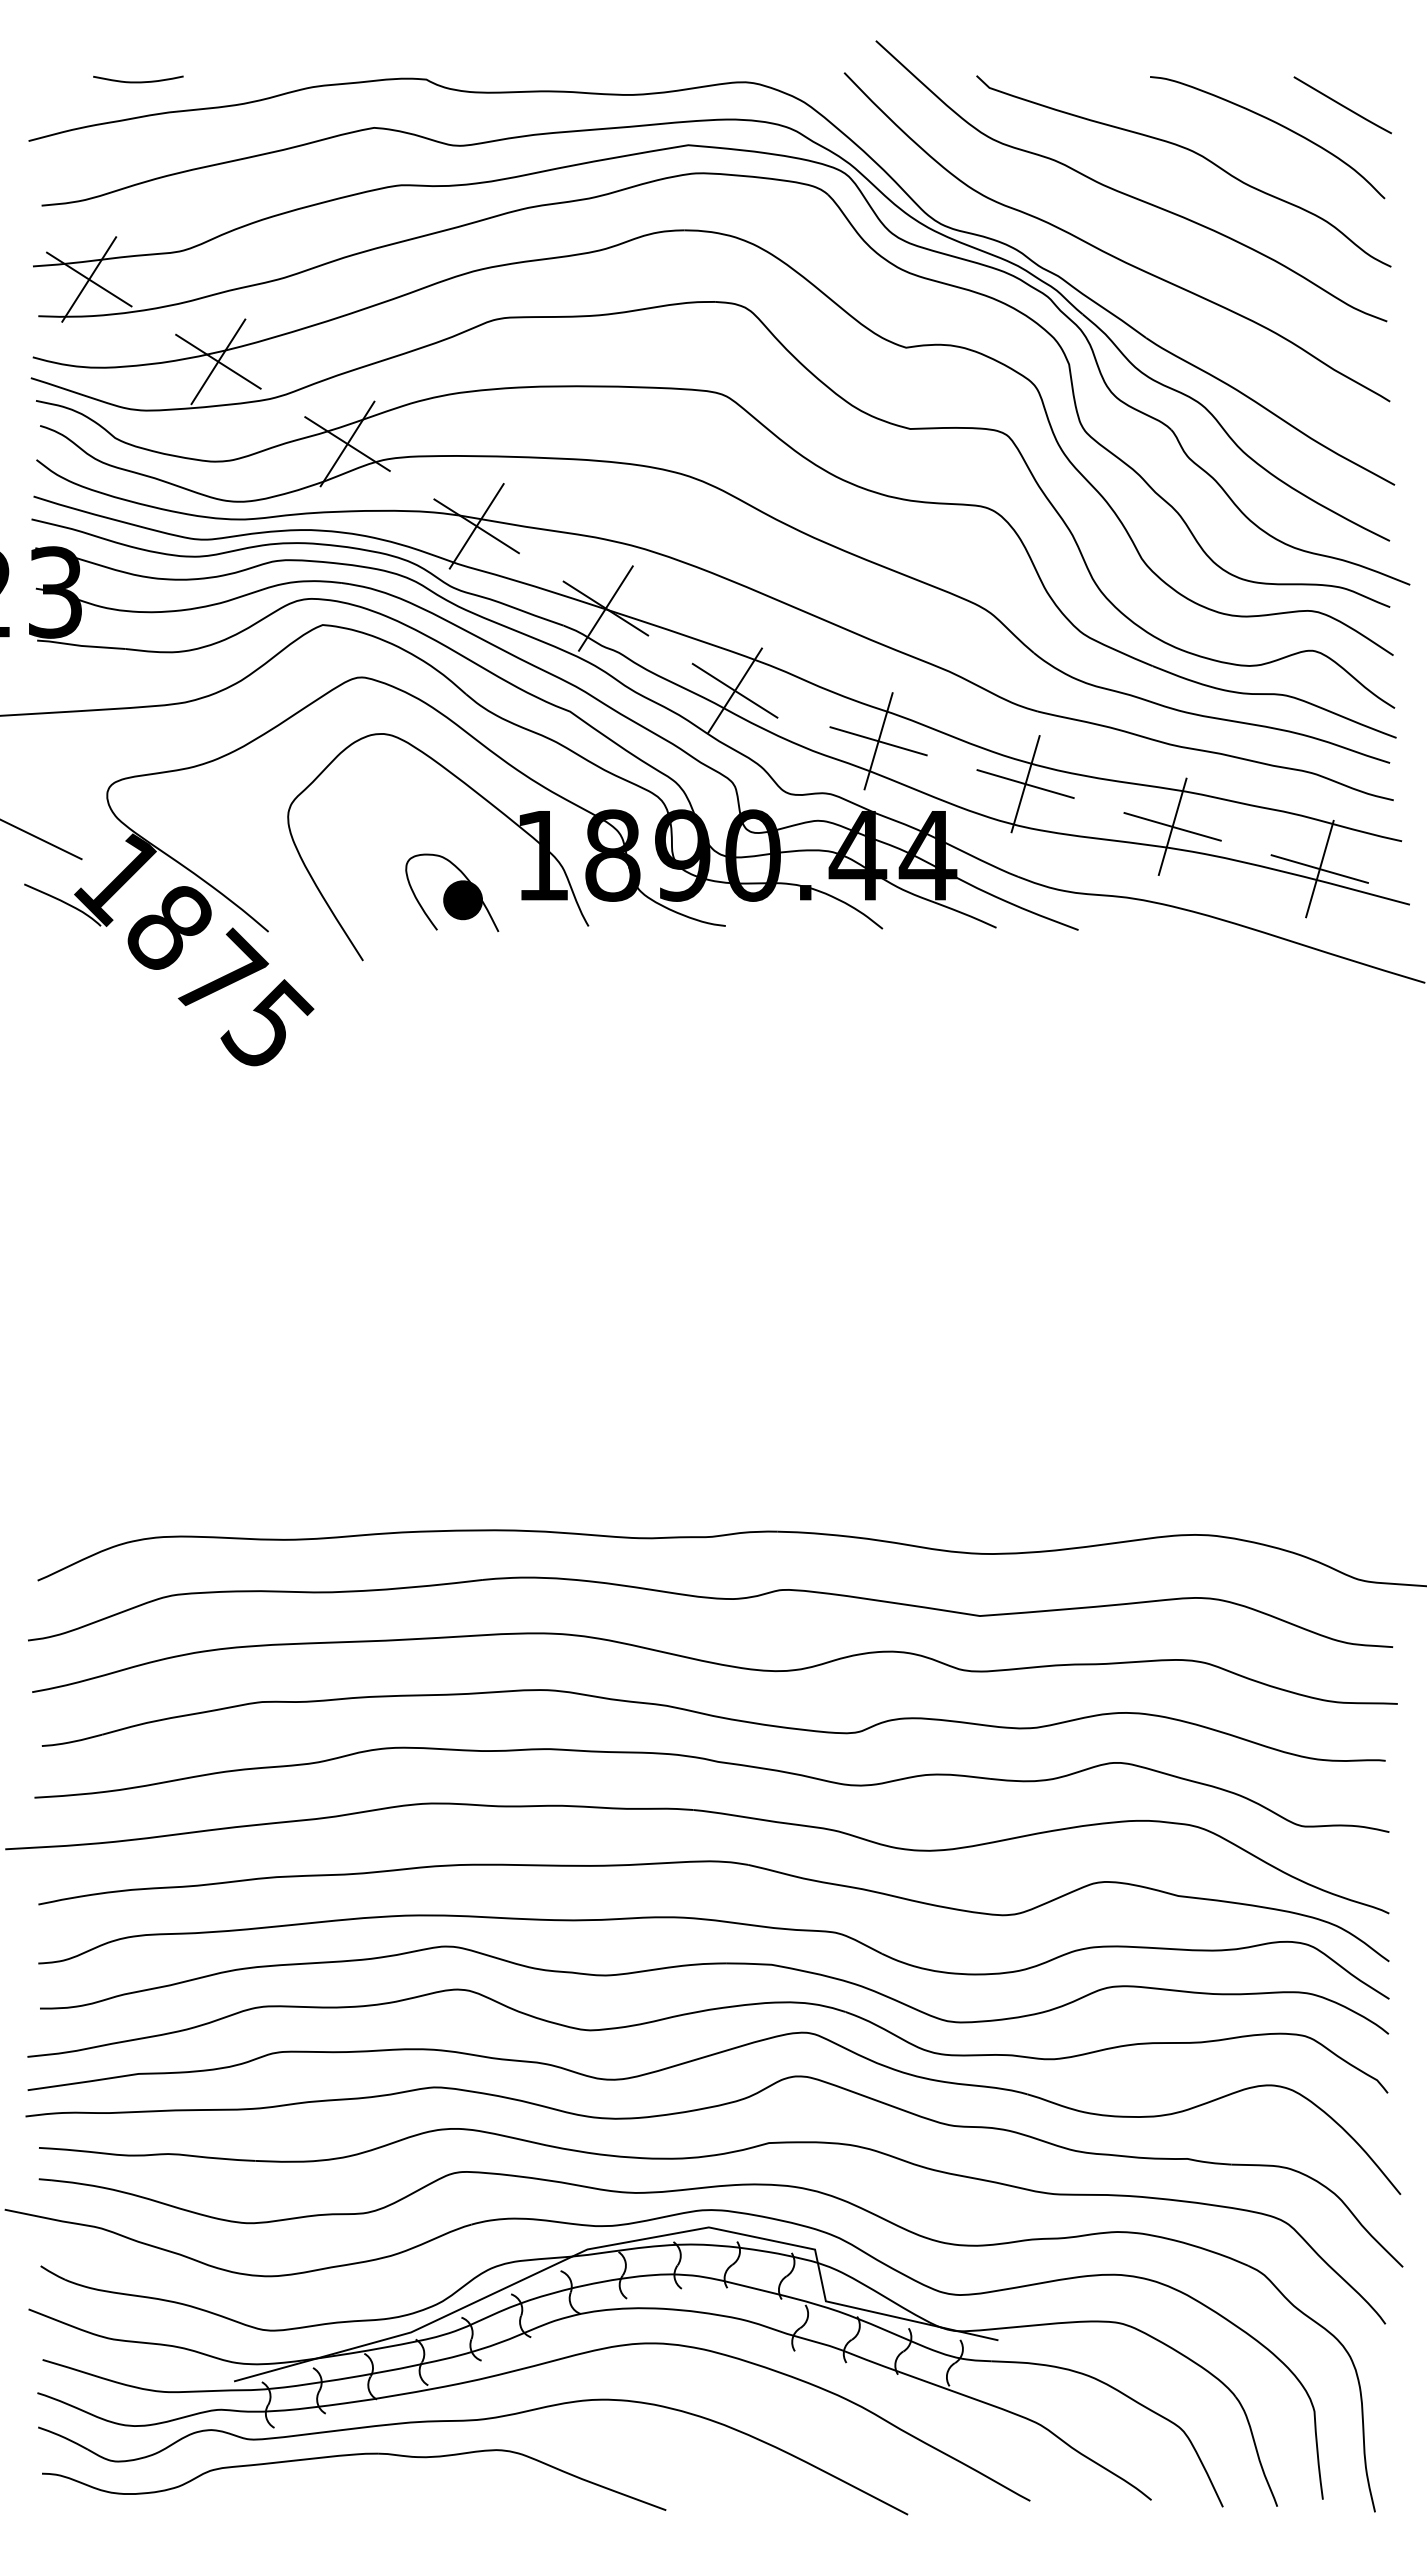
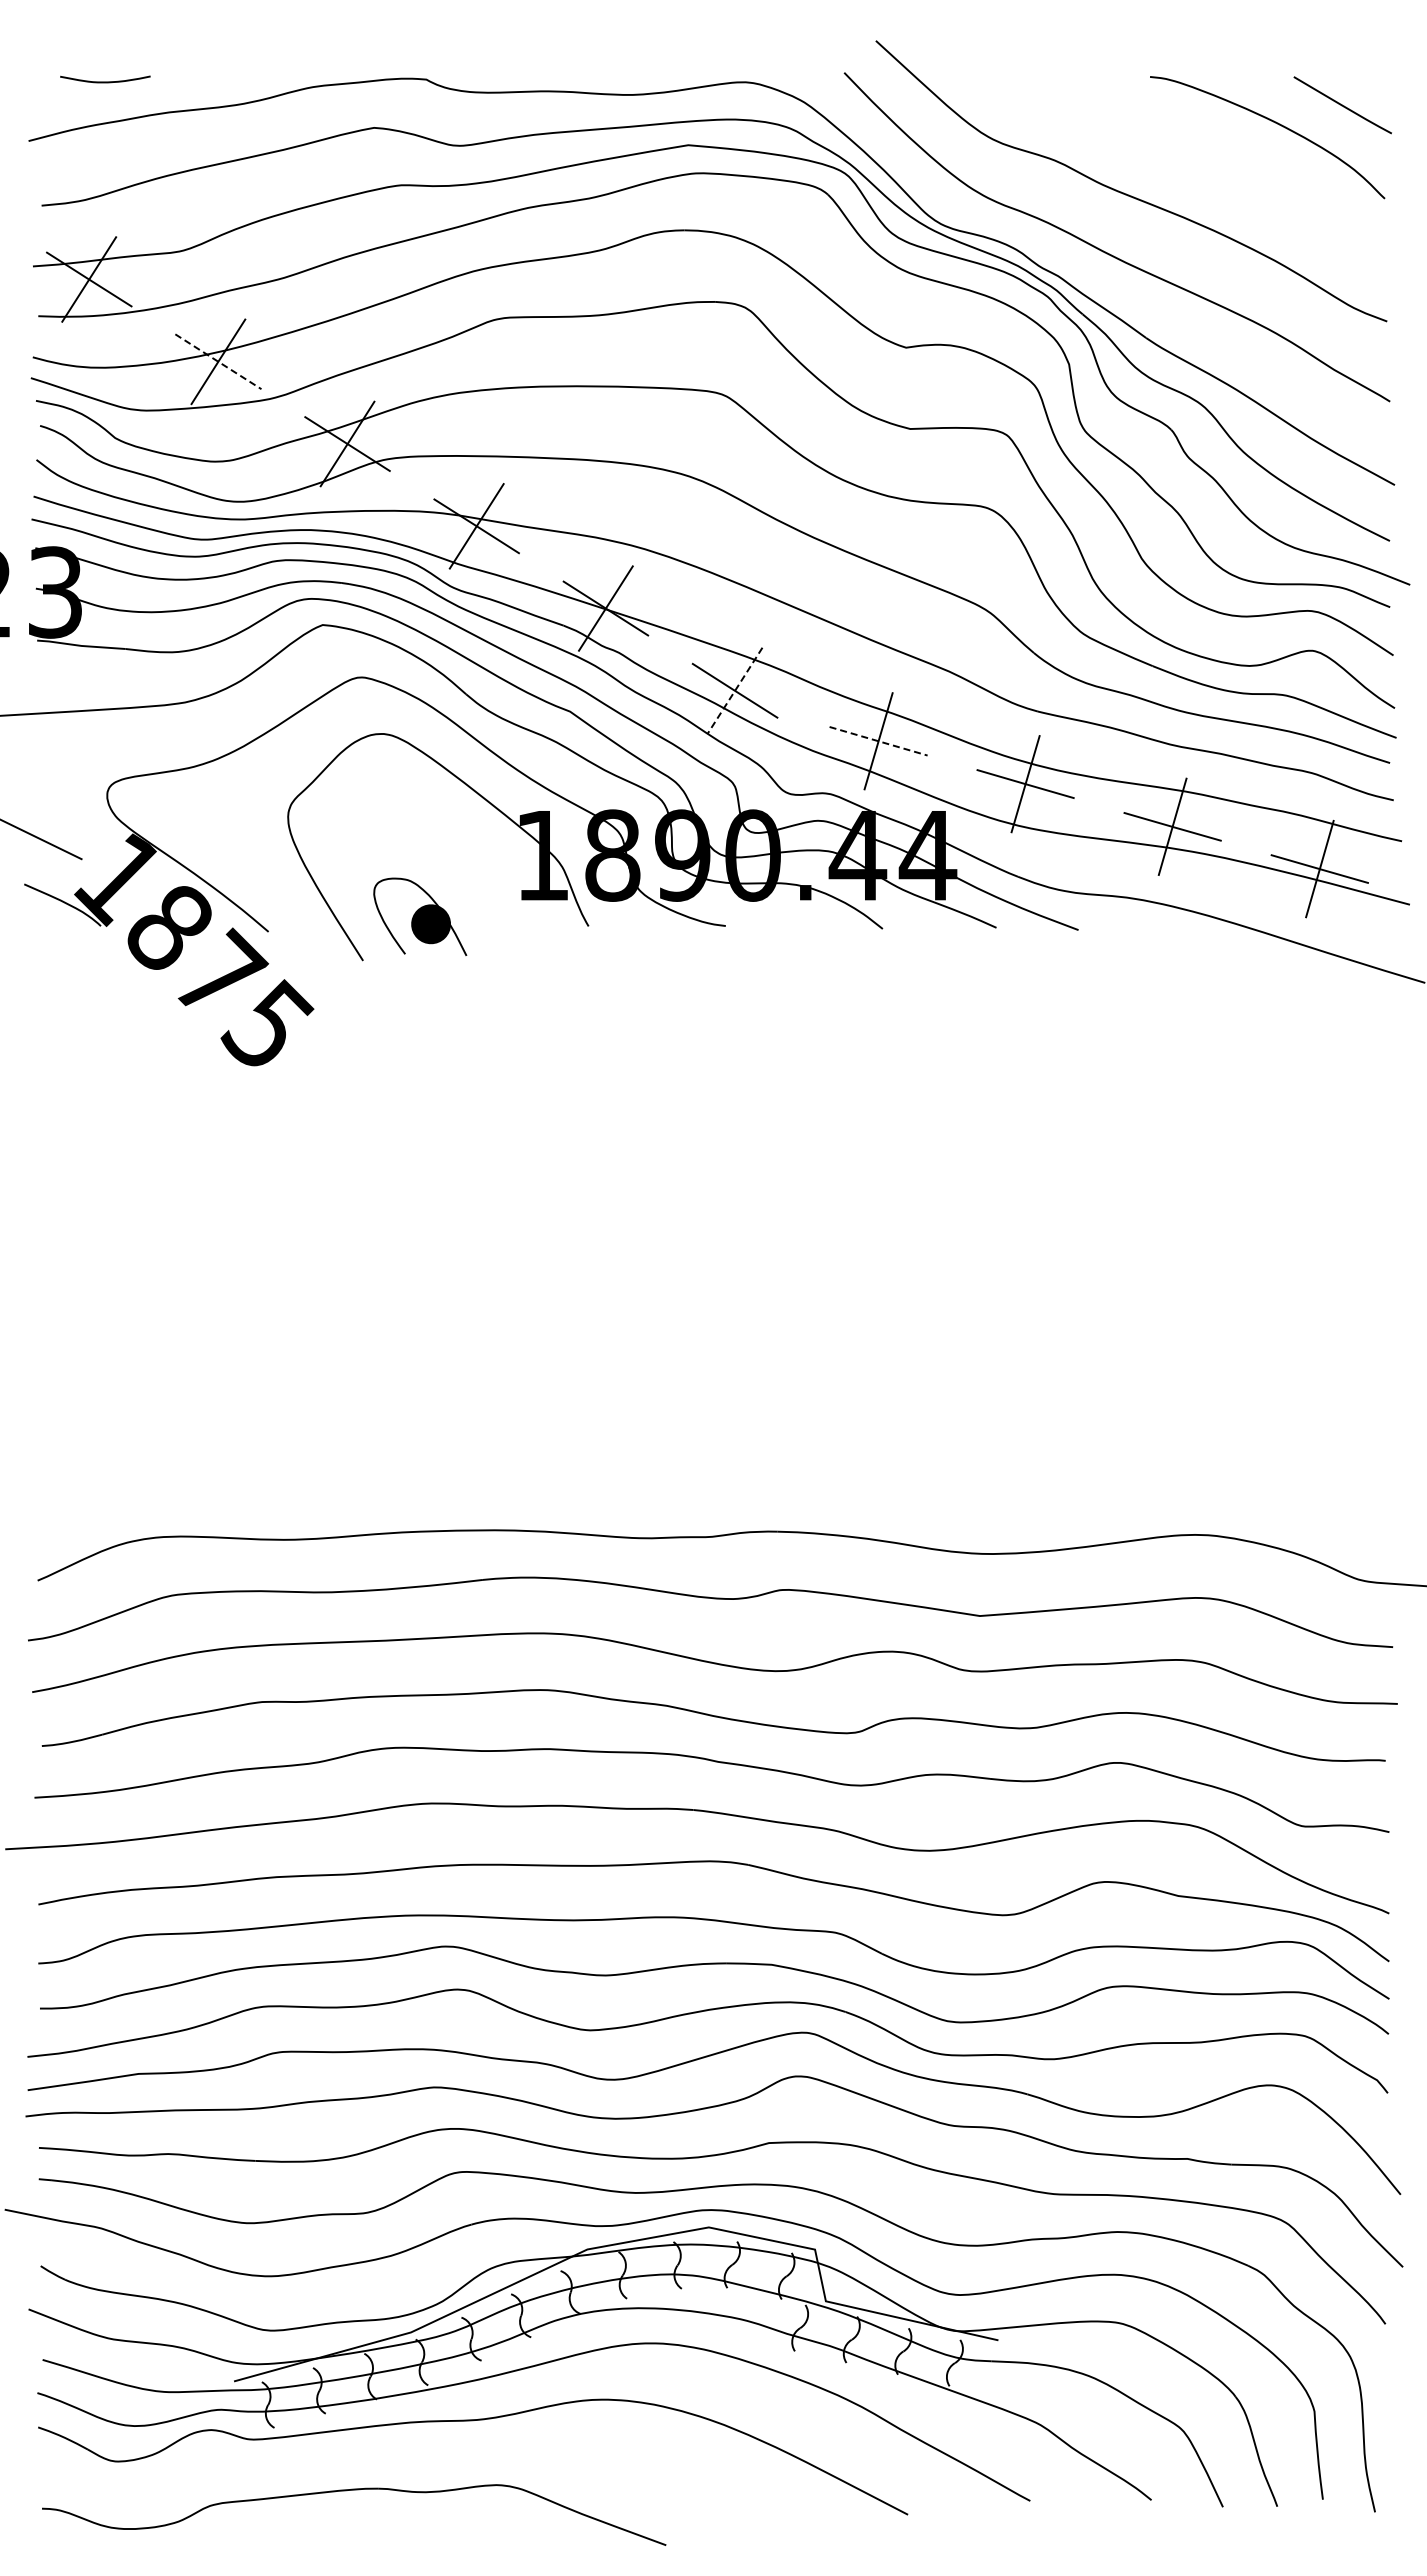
curve at (138, 81) position: (138, 81) -> (105, 81)
curve at (1192, 152): present -> none
line at (218, 361): solid -> dashed
line at (735, 690): solid -> dashed
line at (878, 741): solid -> dashed
part at (452, 892) position: (452, 892) -> (420, 916)
part at (354, 2455) position: (354, 2455) -> (354, 2490)
